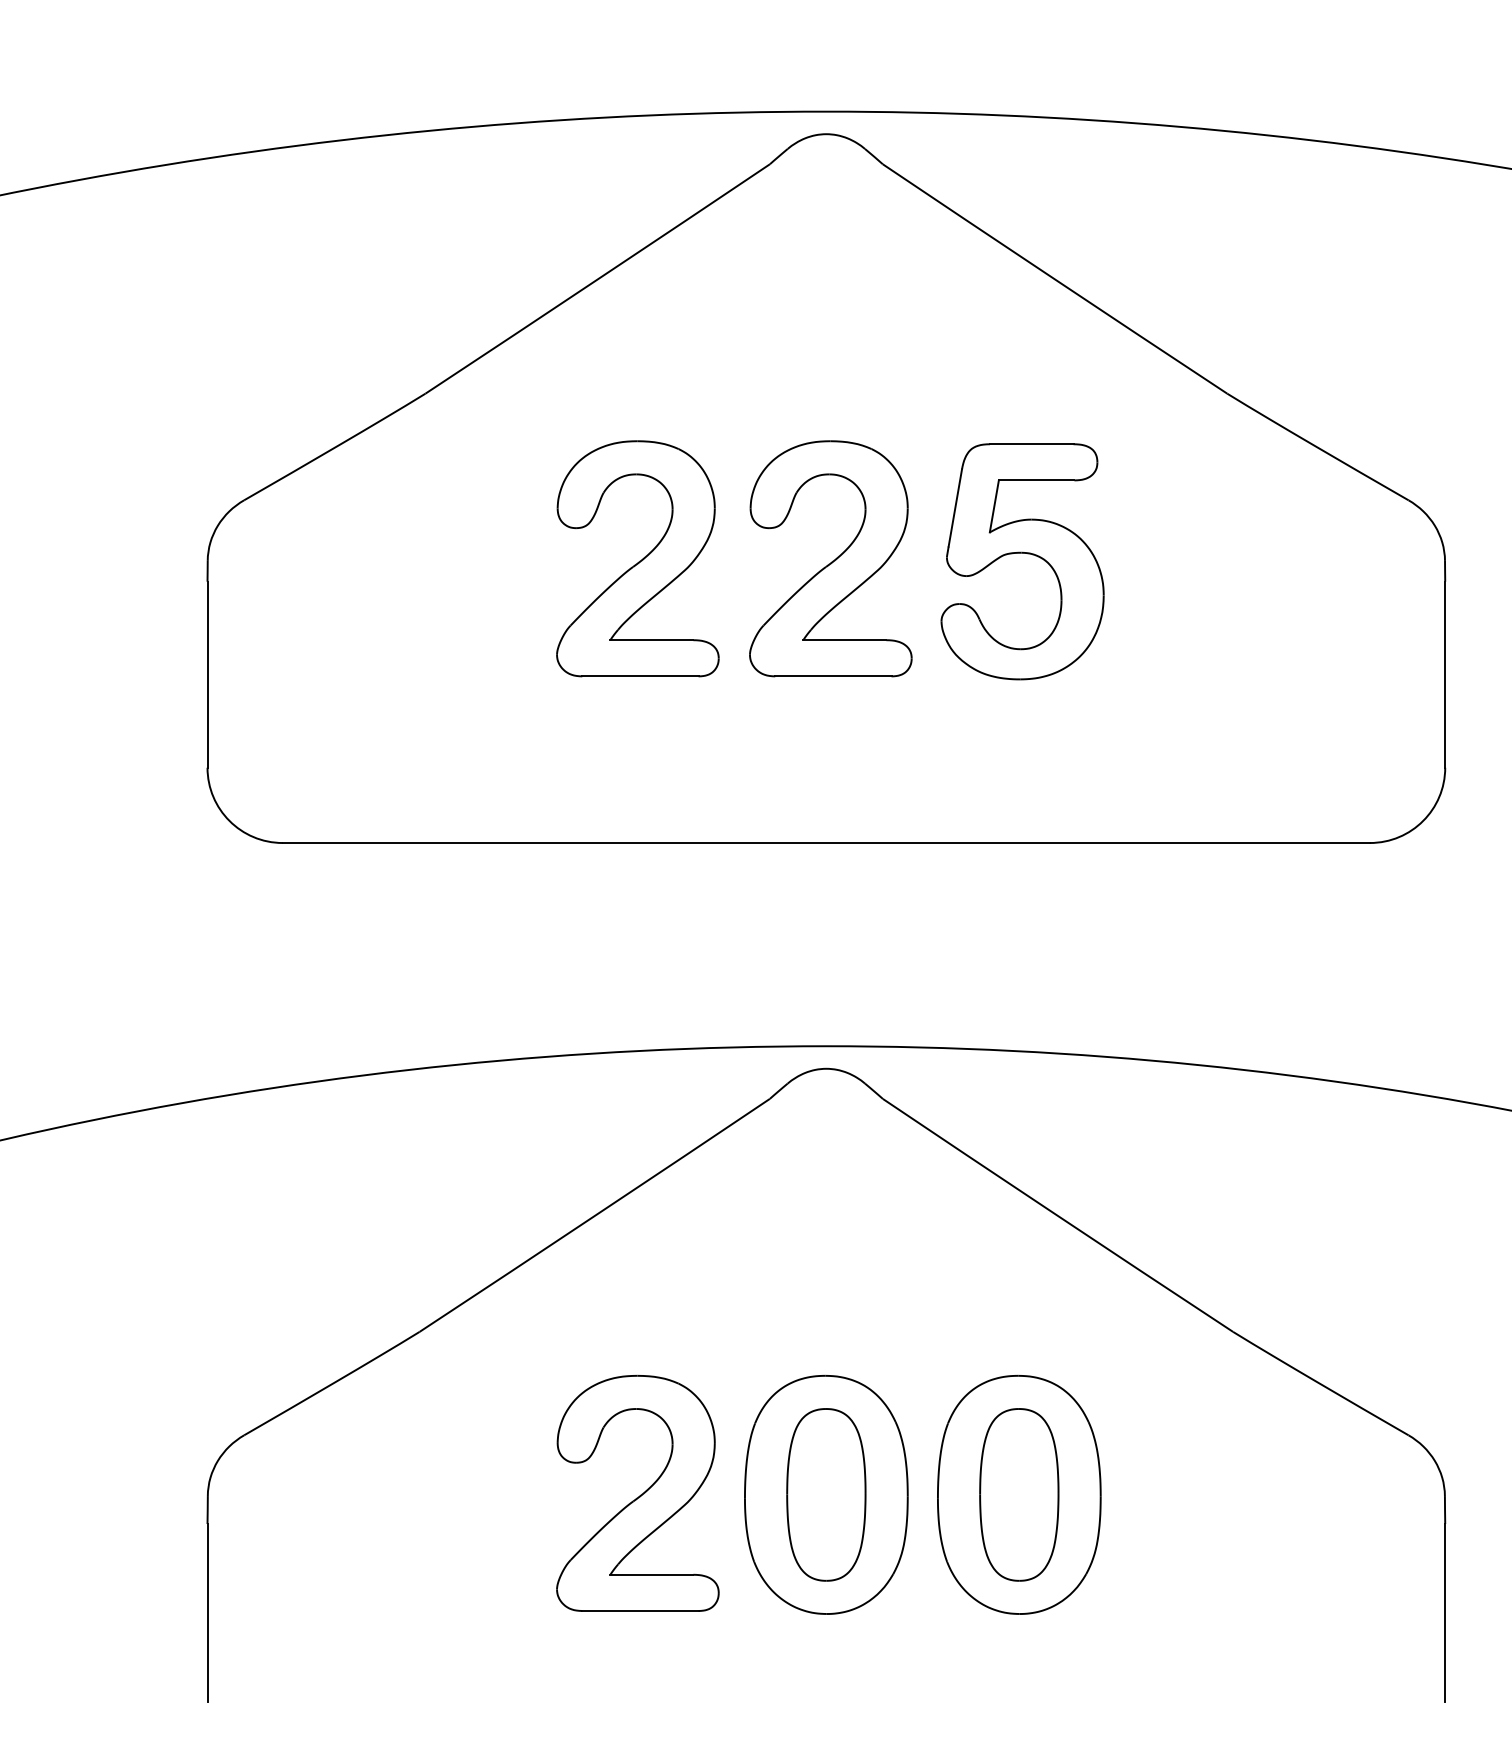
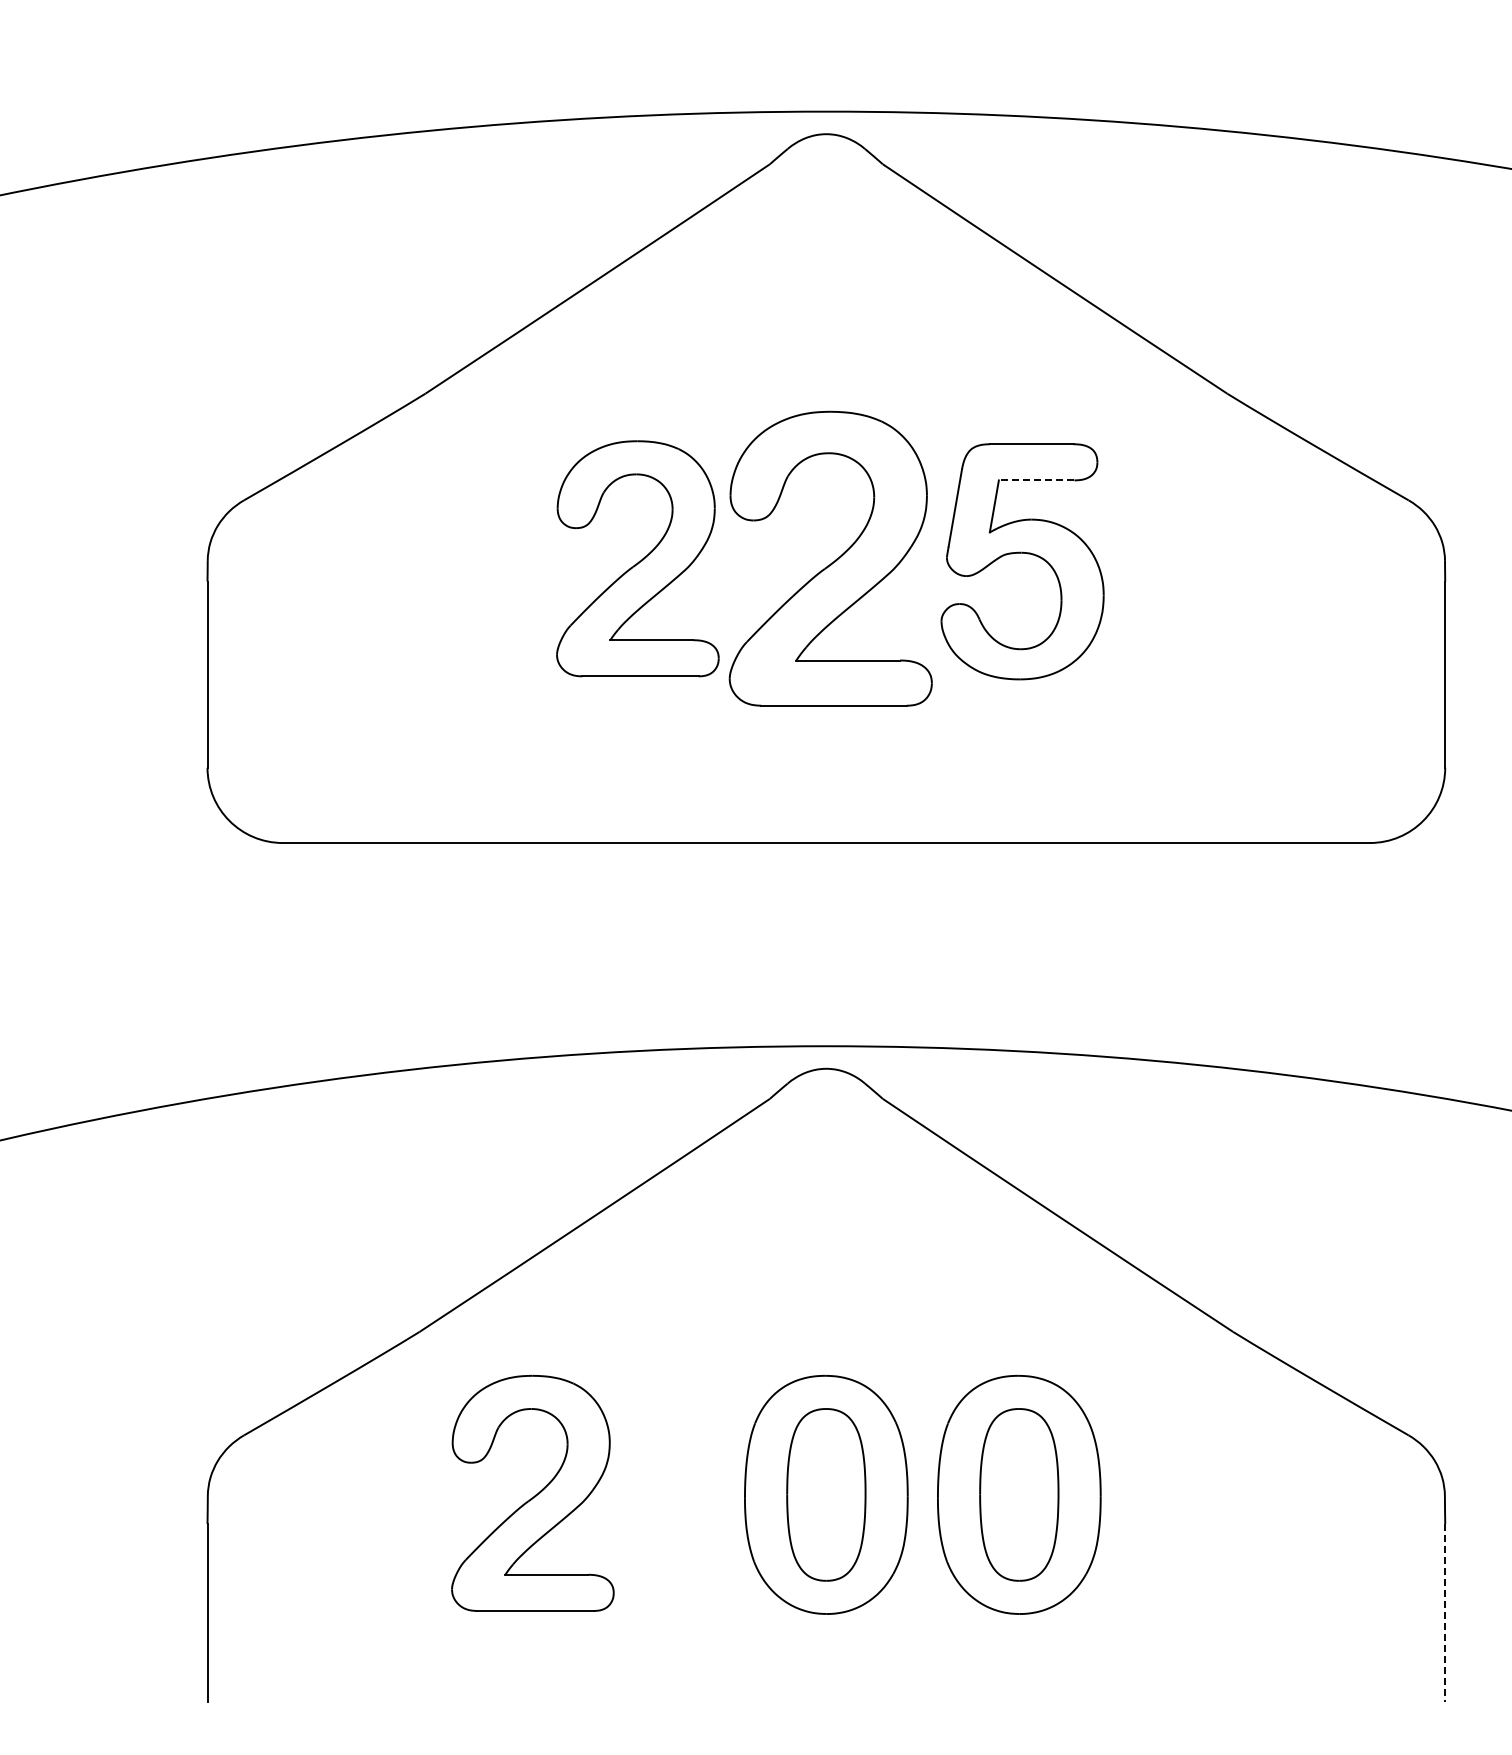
line at (1036, 480): solid -> dashed
part at (830, 558) size: 164x238 px -> 205x297 px
part at (637, 1492) position: (637, 1492) -> (532, 1492)
line at (1445, 1613): solid -> dashed
